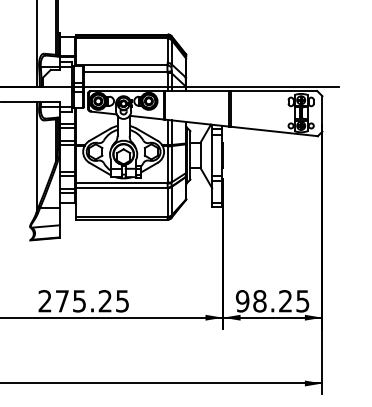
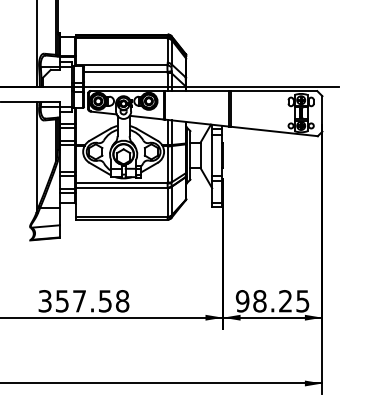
text at (83, 301): 275.25 -> 357.58
